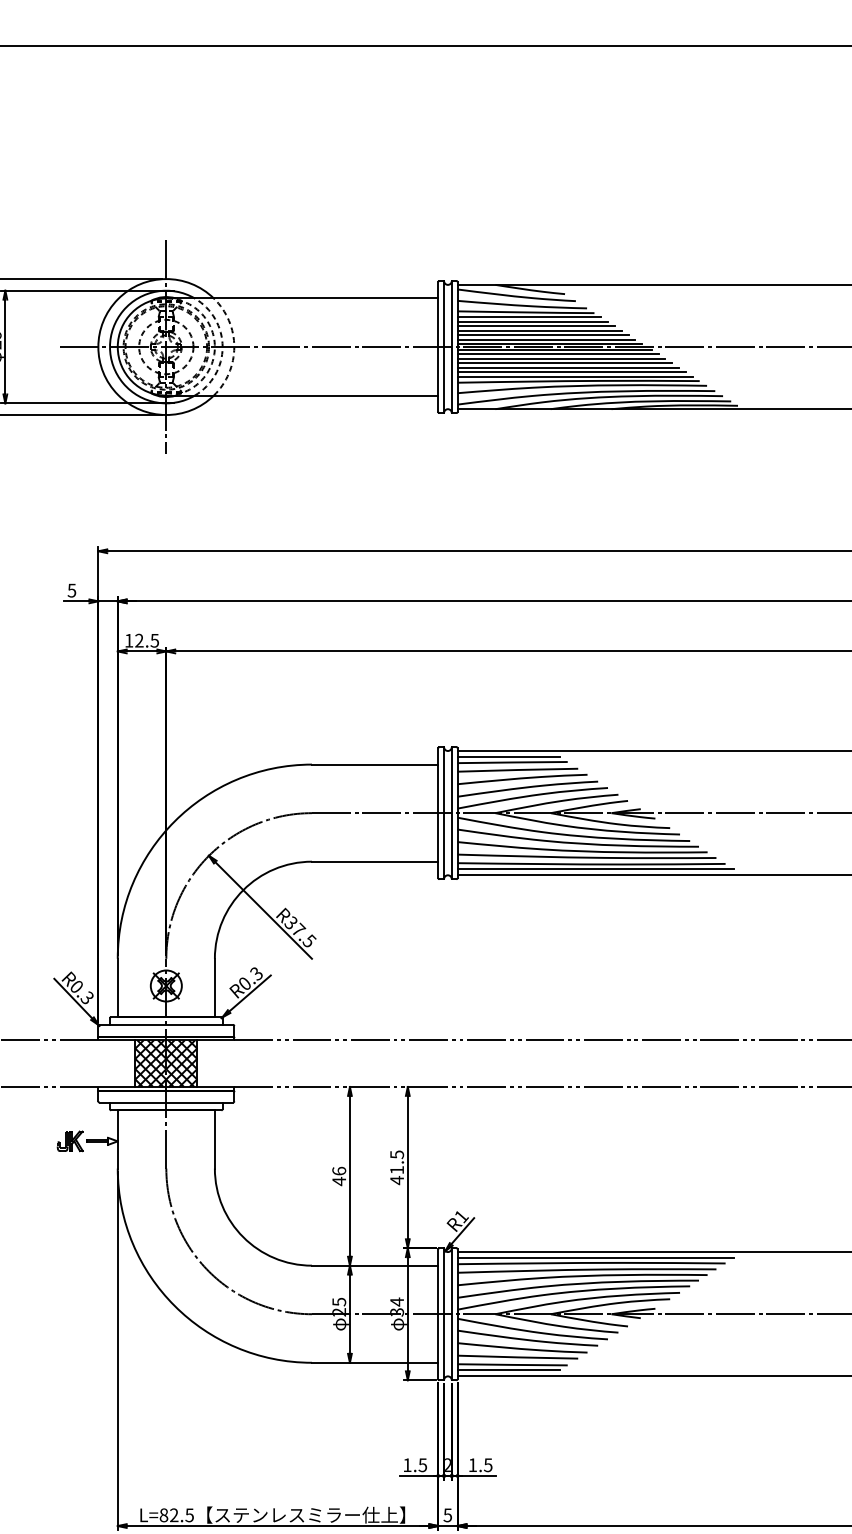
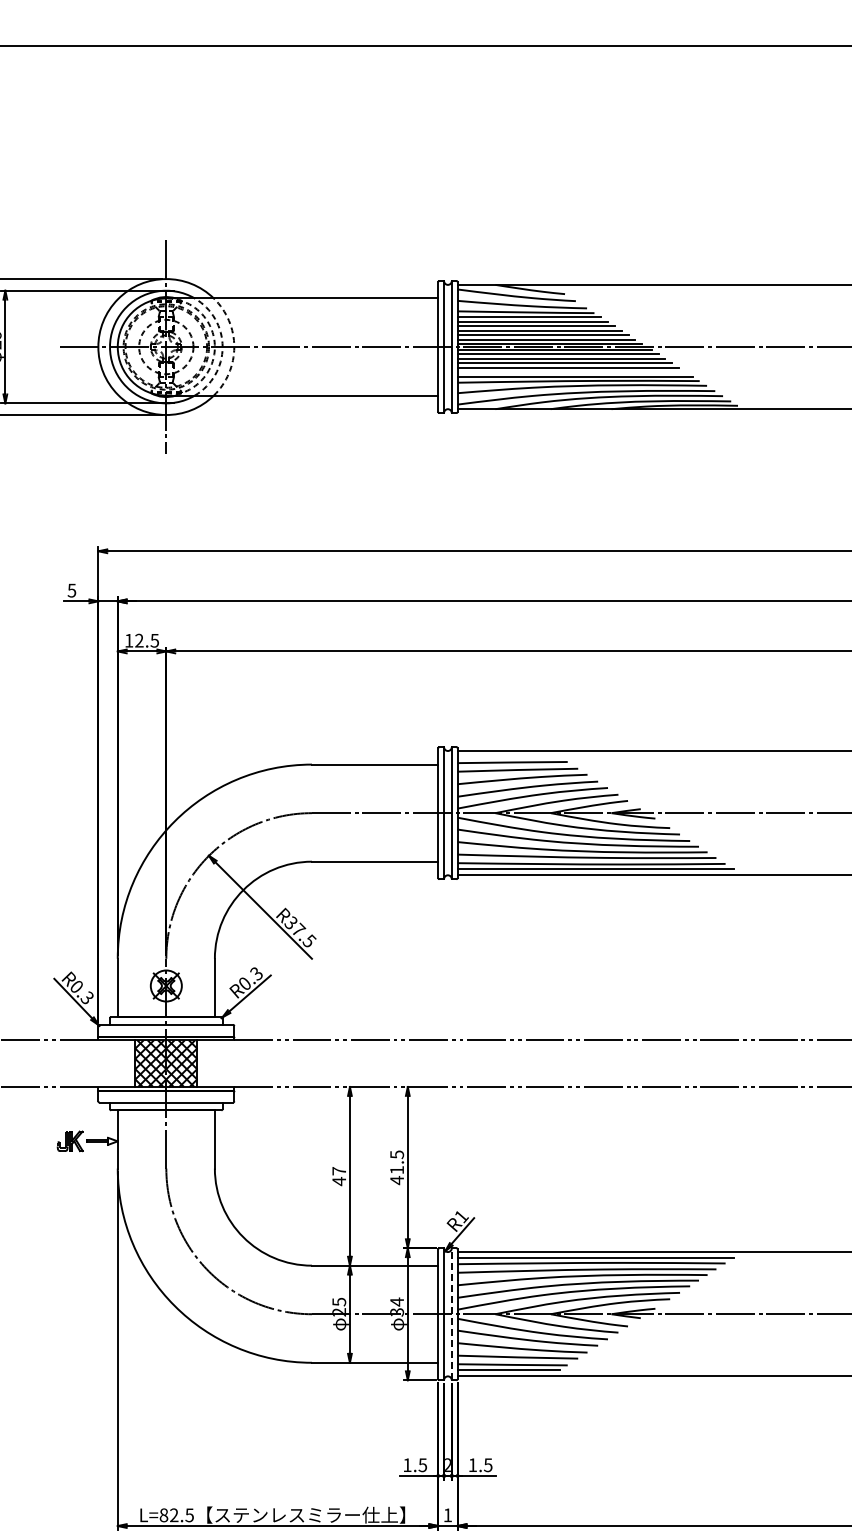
line at (571, 372): present -> none
line at (508, 757): present -> none
text at (339, 1170): 46 -> 47
line at (451, 1313): solid -> dashed
text at (447, 1515): 5 -> 1
